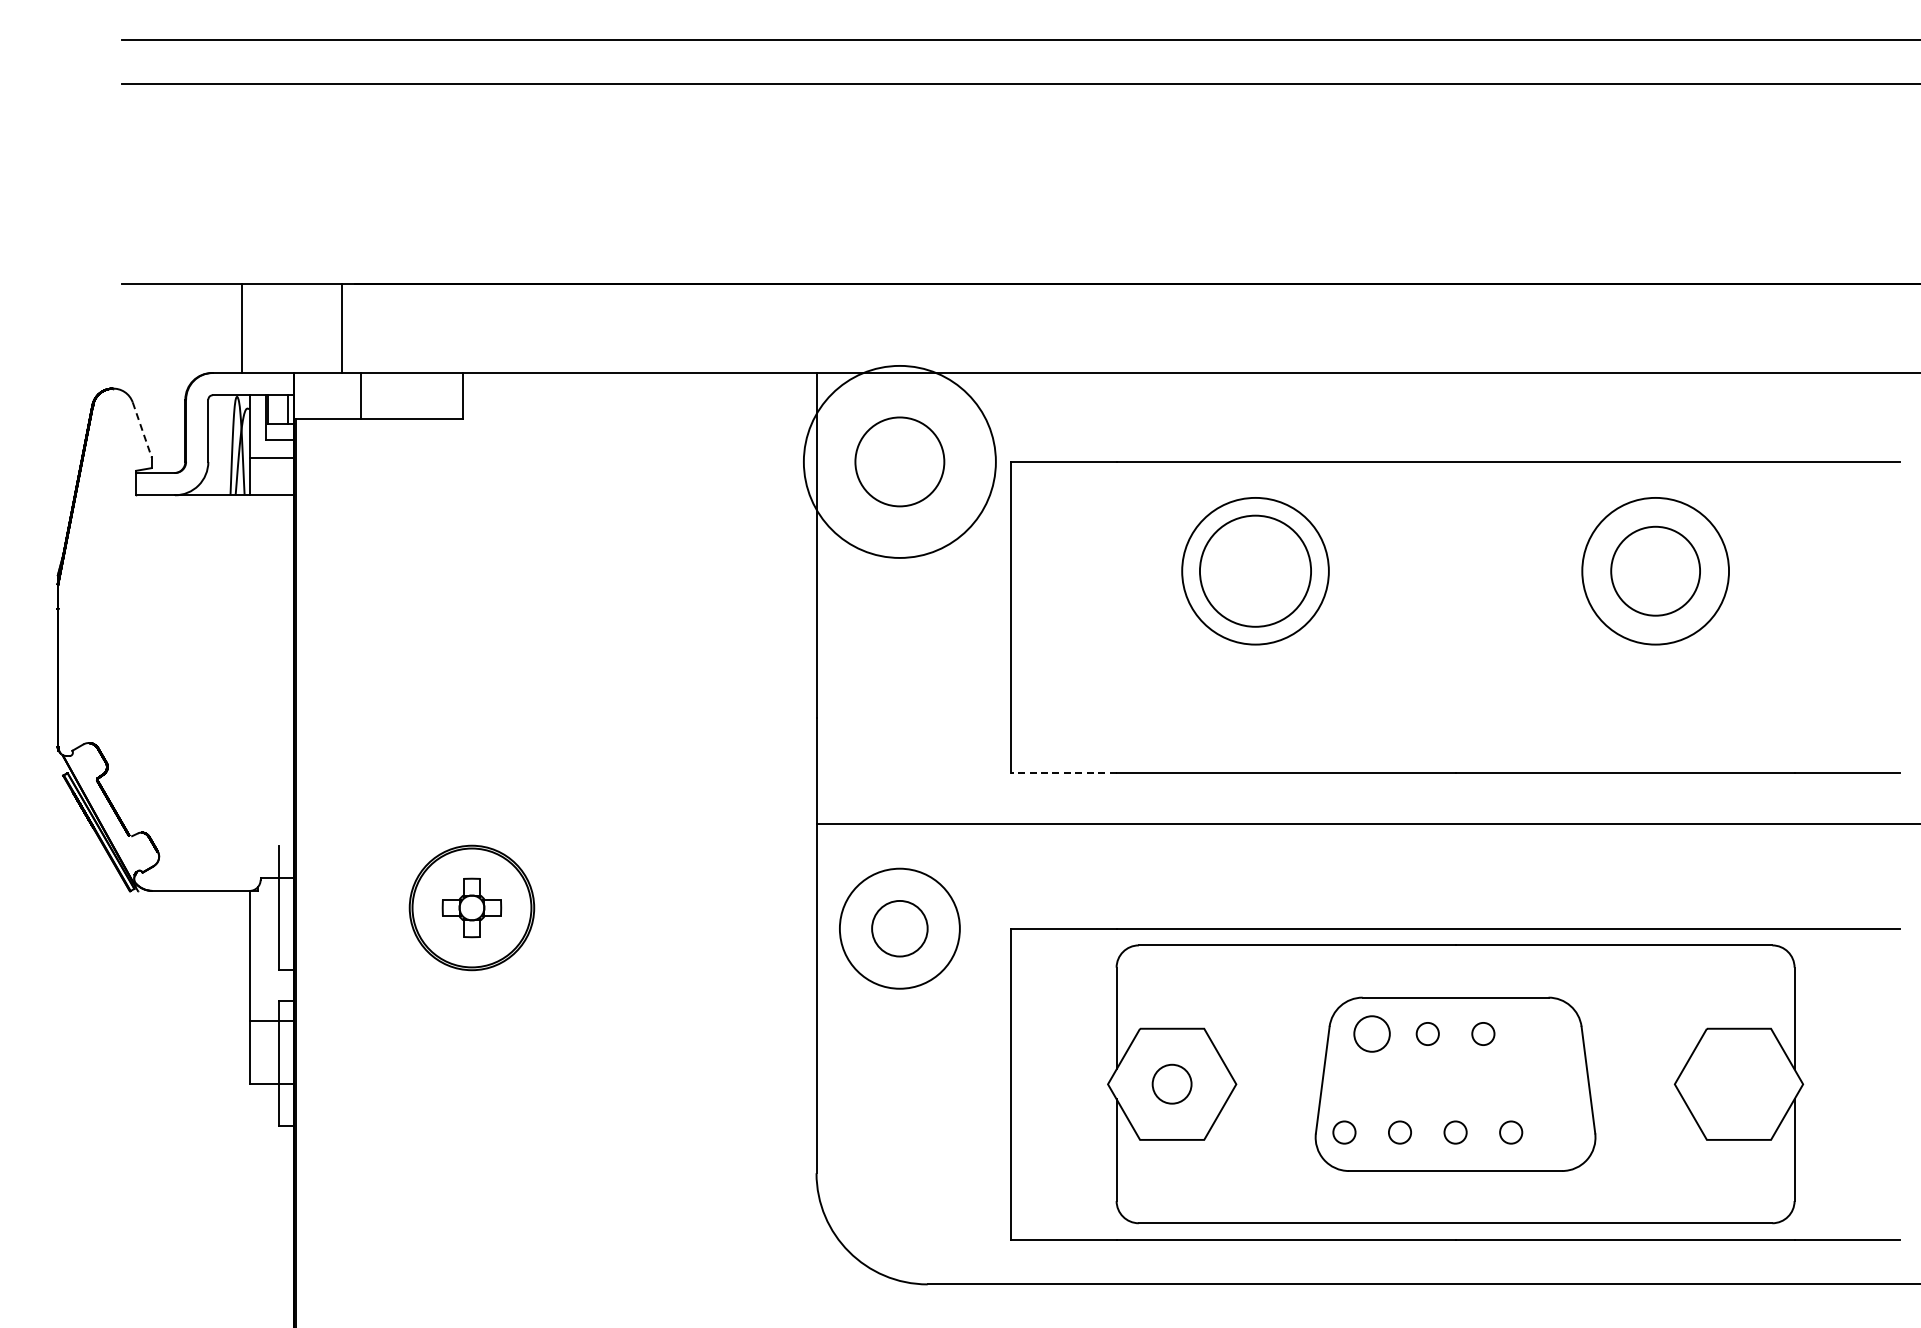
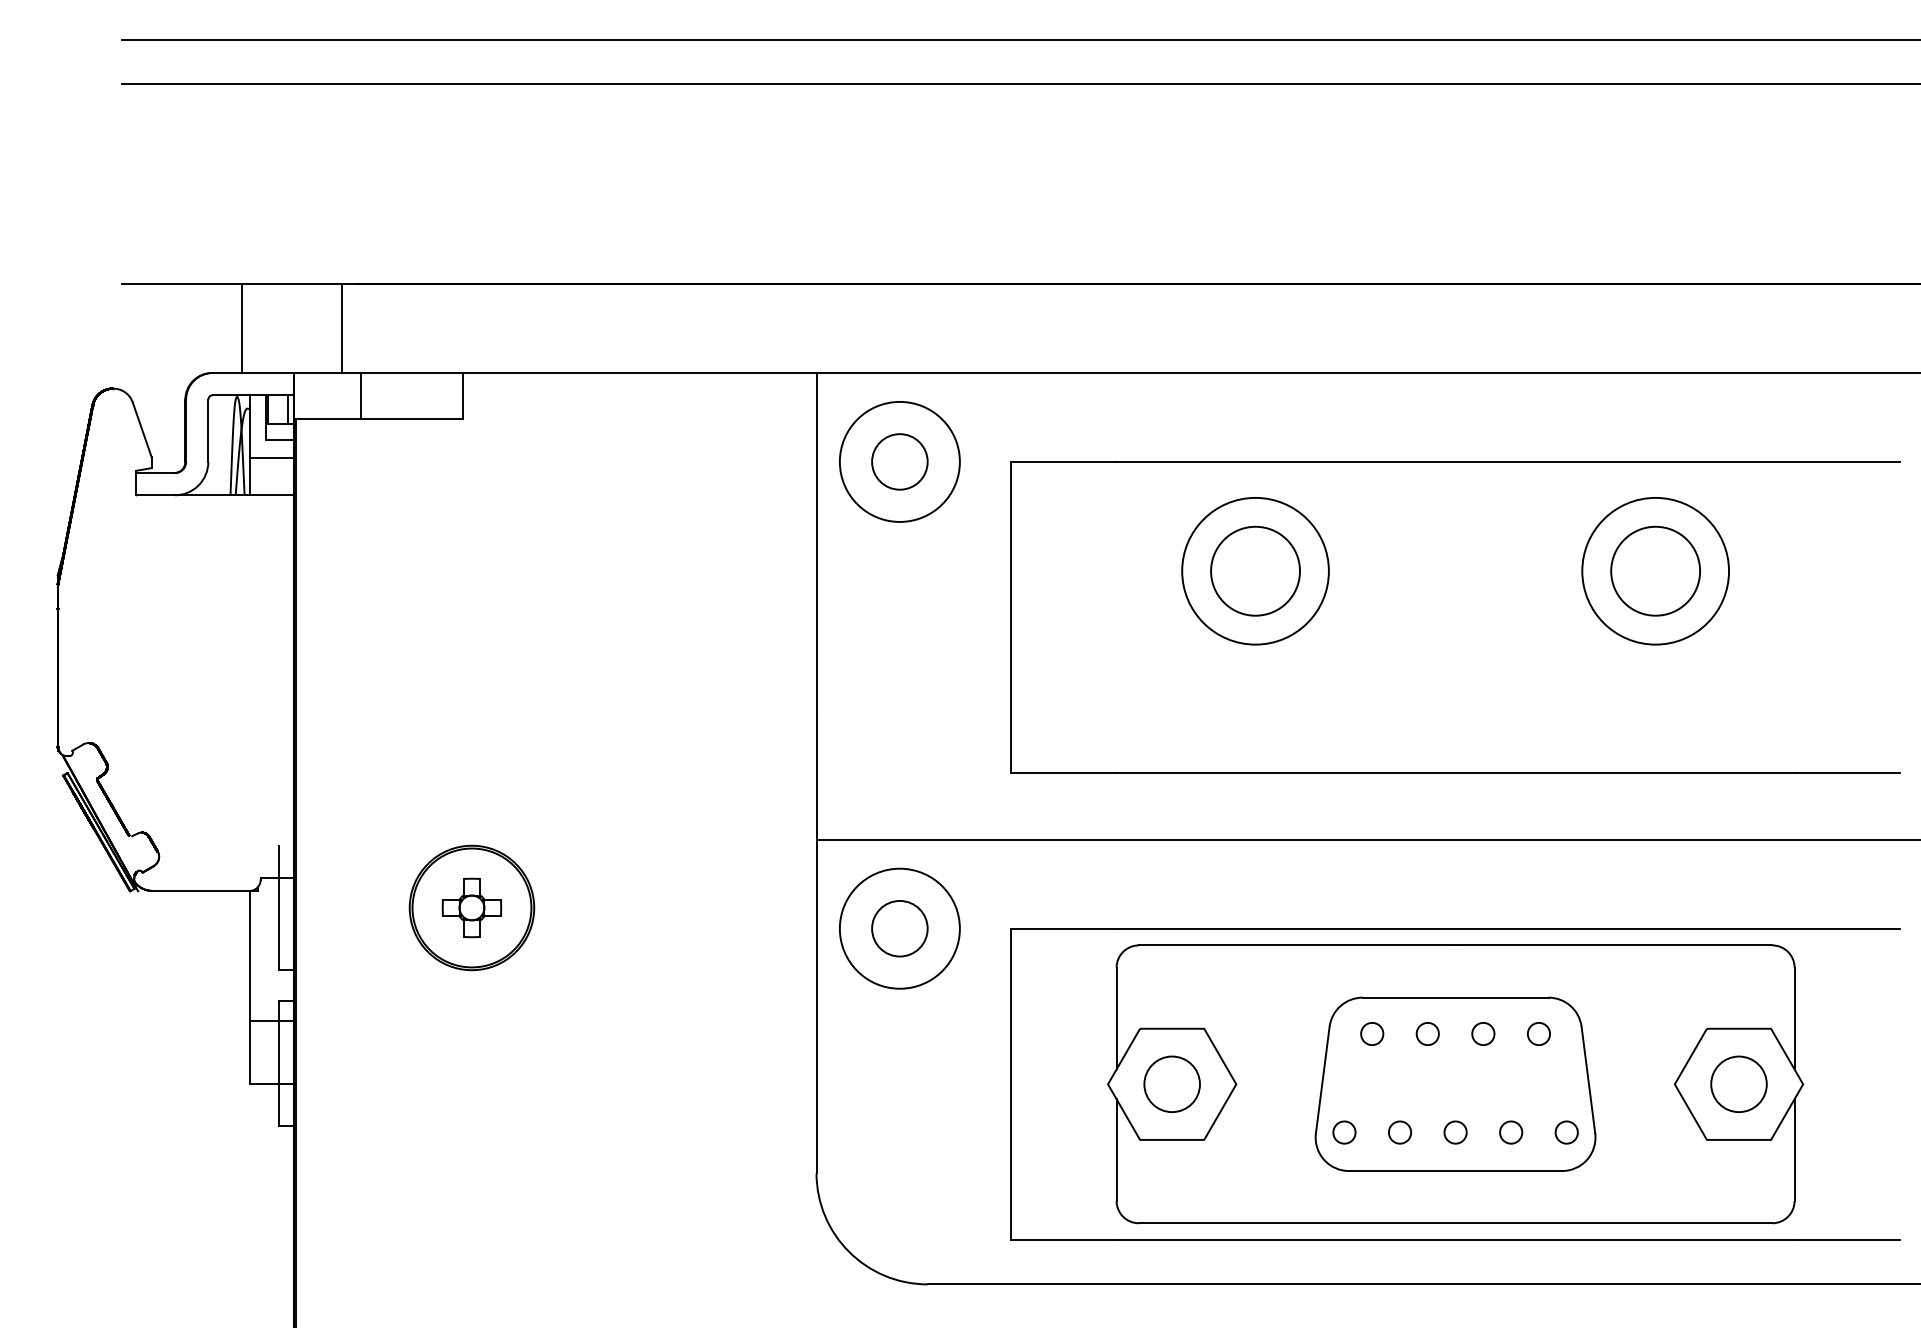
line at (142, 430): dashed -> solid
circle at (899, 461) diameter: 192 px -> 120 px
circle at (899, 461) diameter: 89 px -> 56 px
circle at (1255, 570) diameter: 111 px -> 89 px
line at (1063, 773): dashed -> solid
line at (1366, 823) position: (1366, 823) -> (1366, 839)
circle at (1371, 1033) size: 38x38 px -> 25x24 px
circle at (1538, 1033): none -> present
circle at (1171, 1083) size: 42x42 px -> 58x58 px
circle at (1738, 1083): none -> present
circle at (1566, 1132): none -> present
